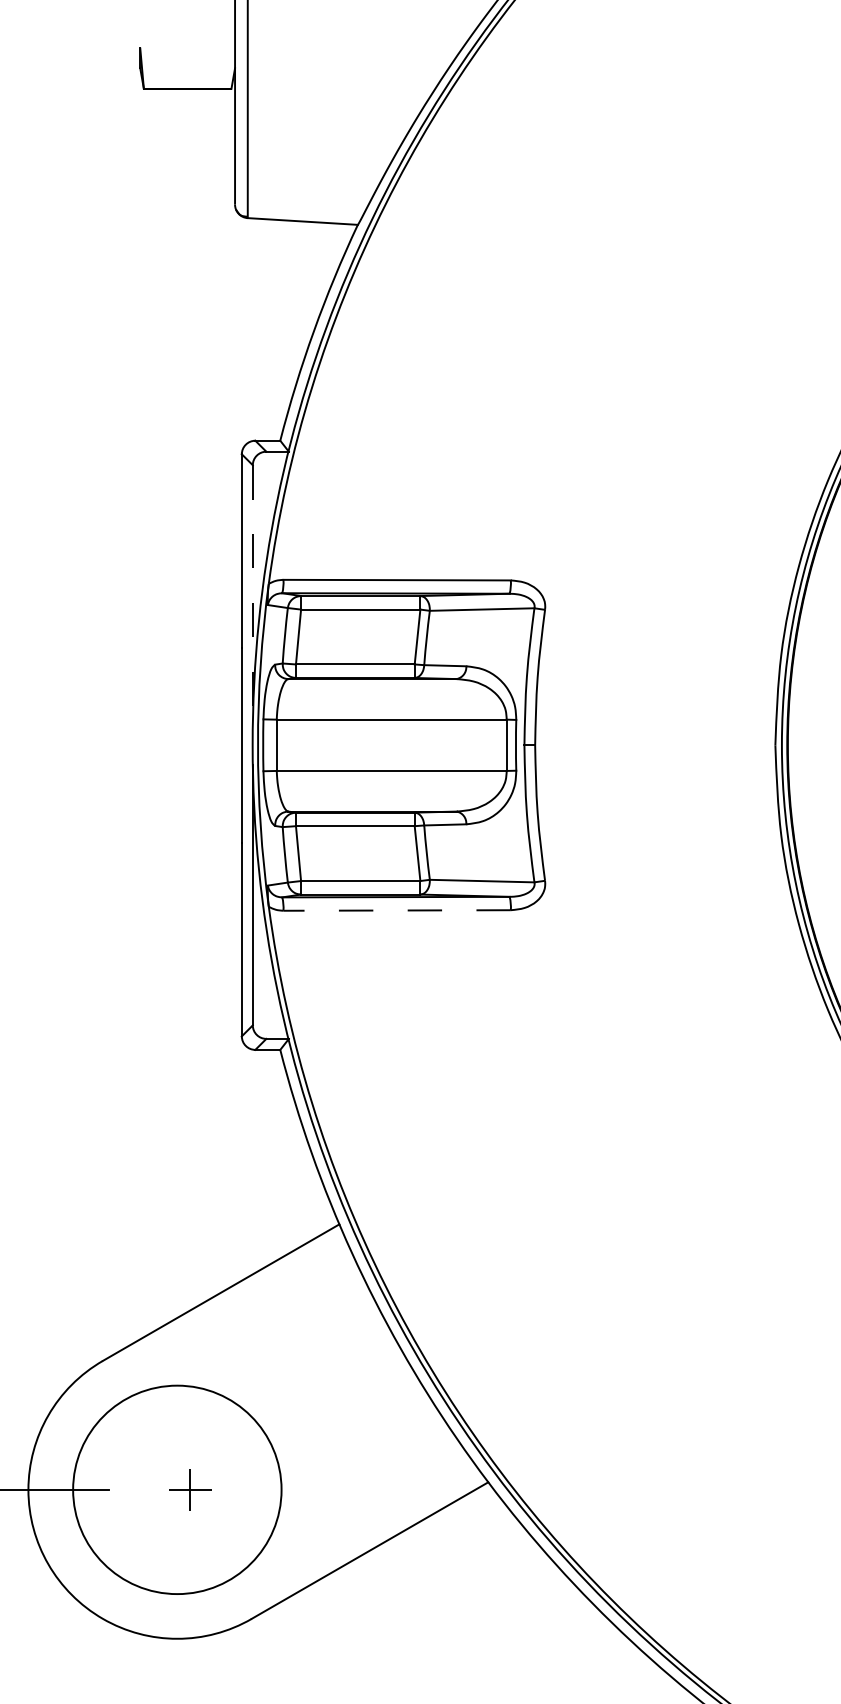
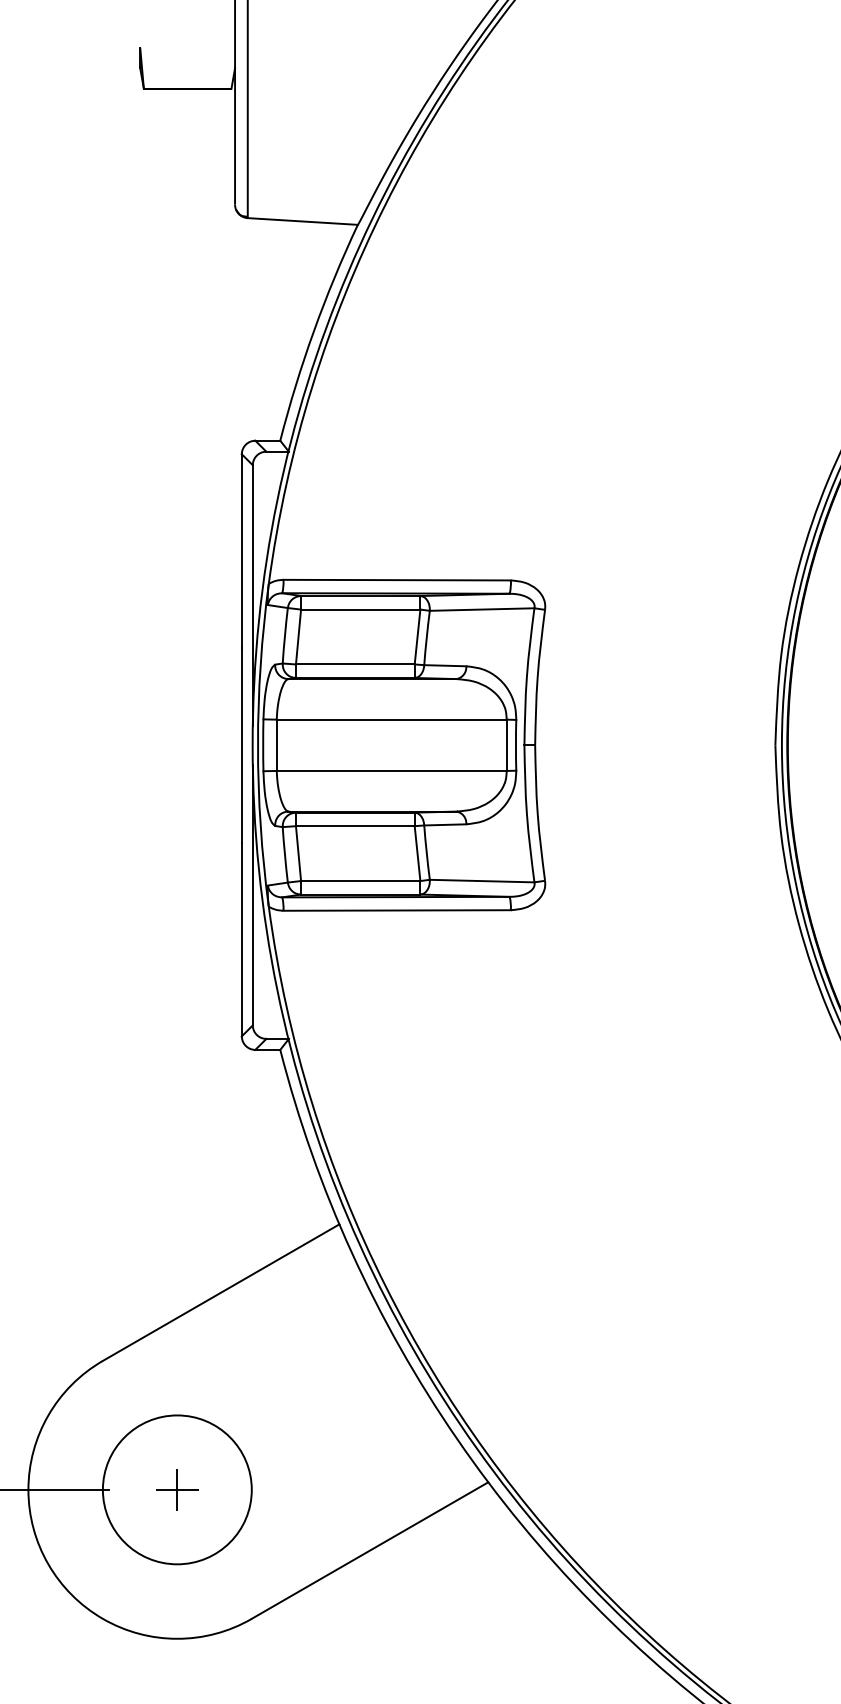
line at (252, 596): dashed -> solid
line at (397, 910): dashed -> solid
circle at (177, 1489) diameter: 208 px -> 149 px
part at (190, 1489) position: (190, 1489) -> (177, 1489)
